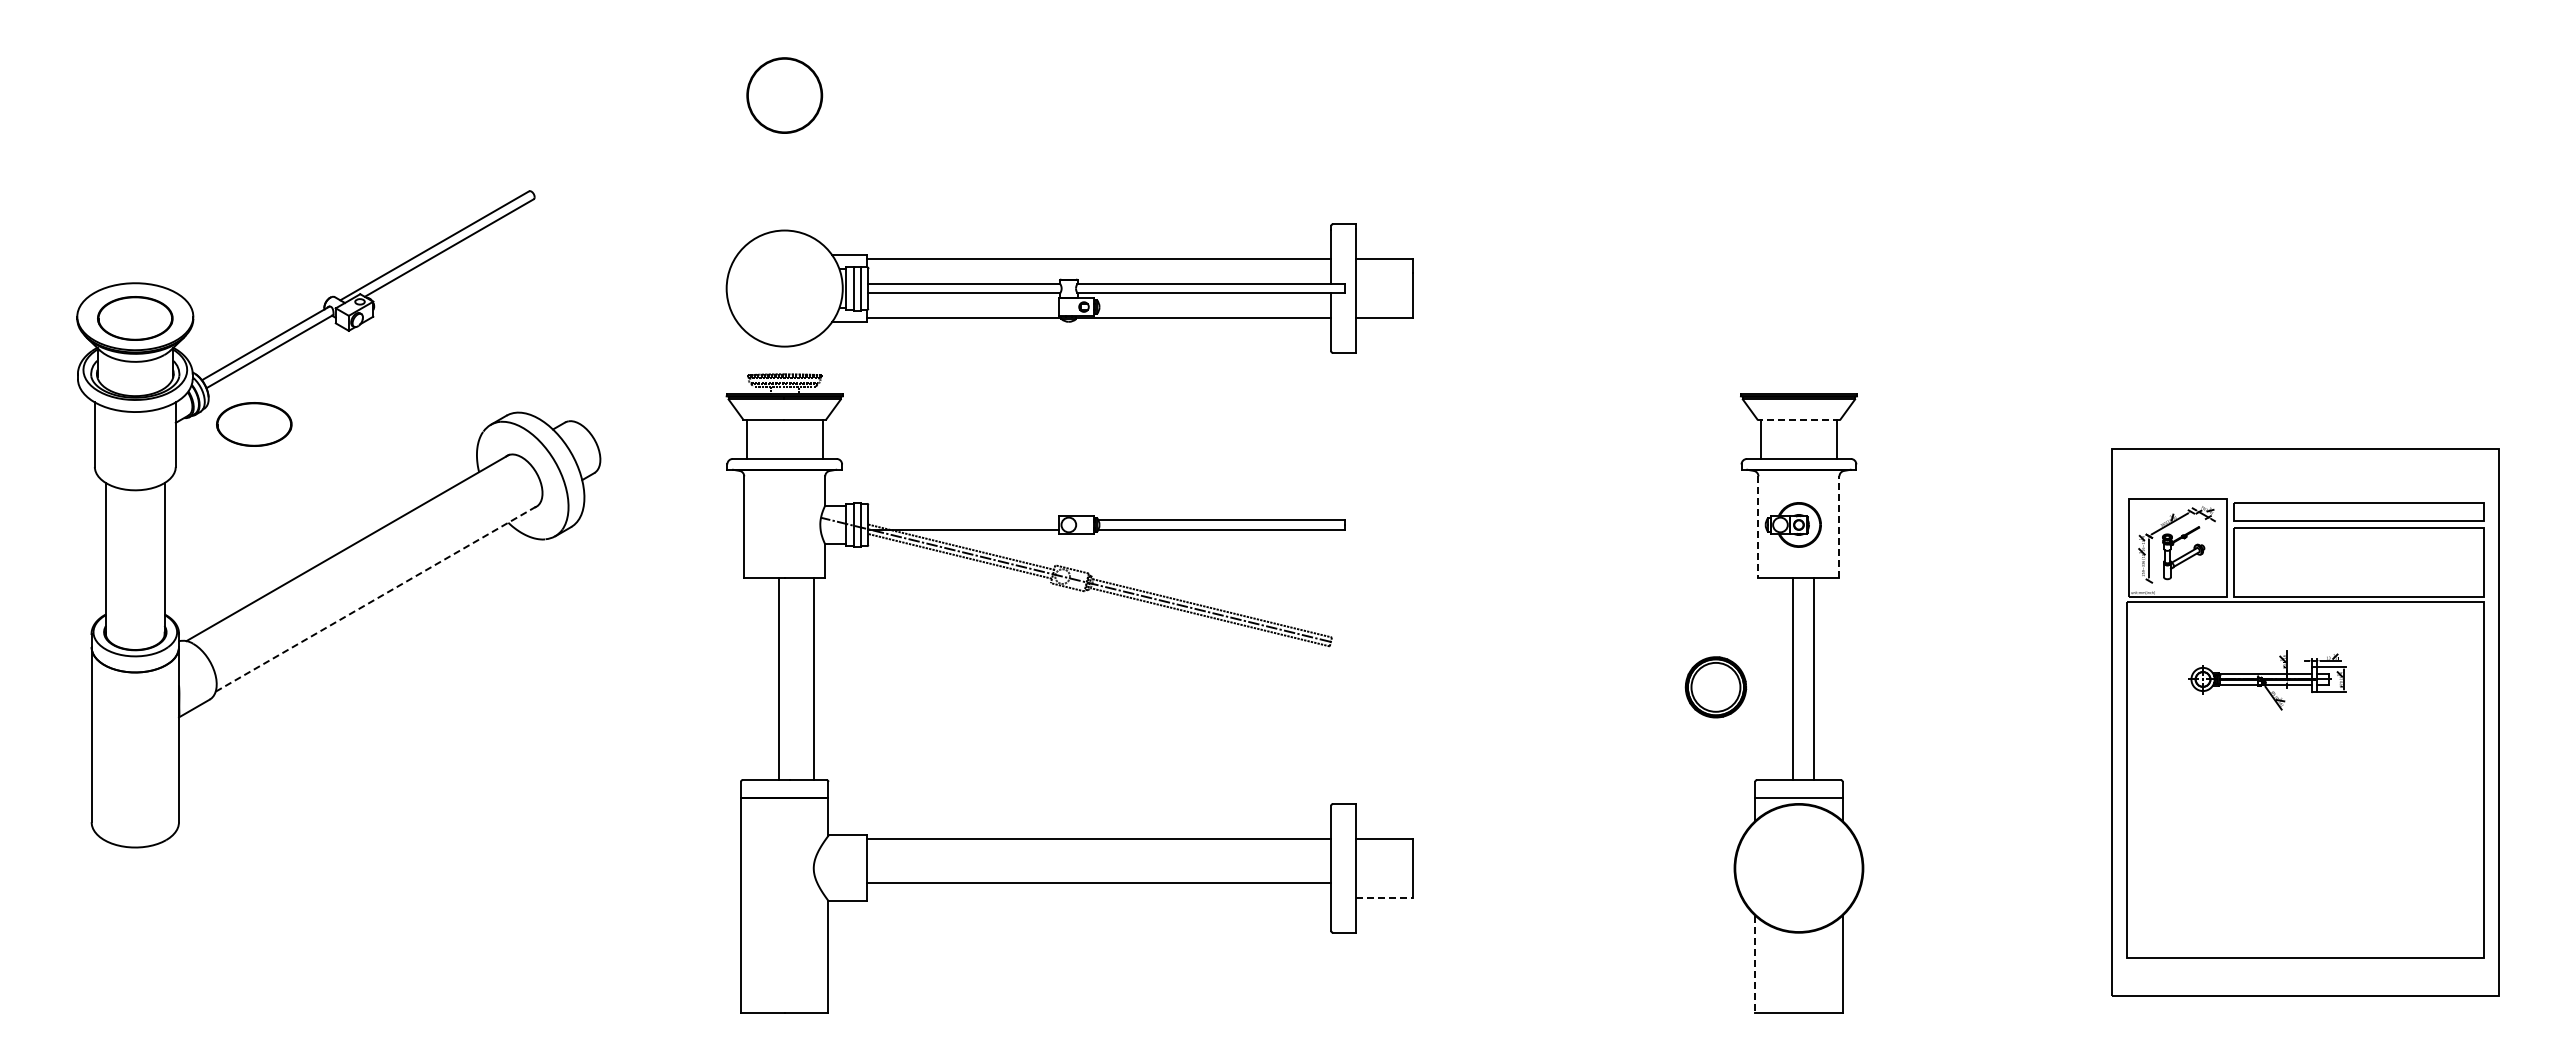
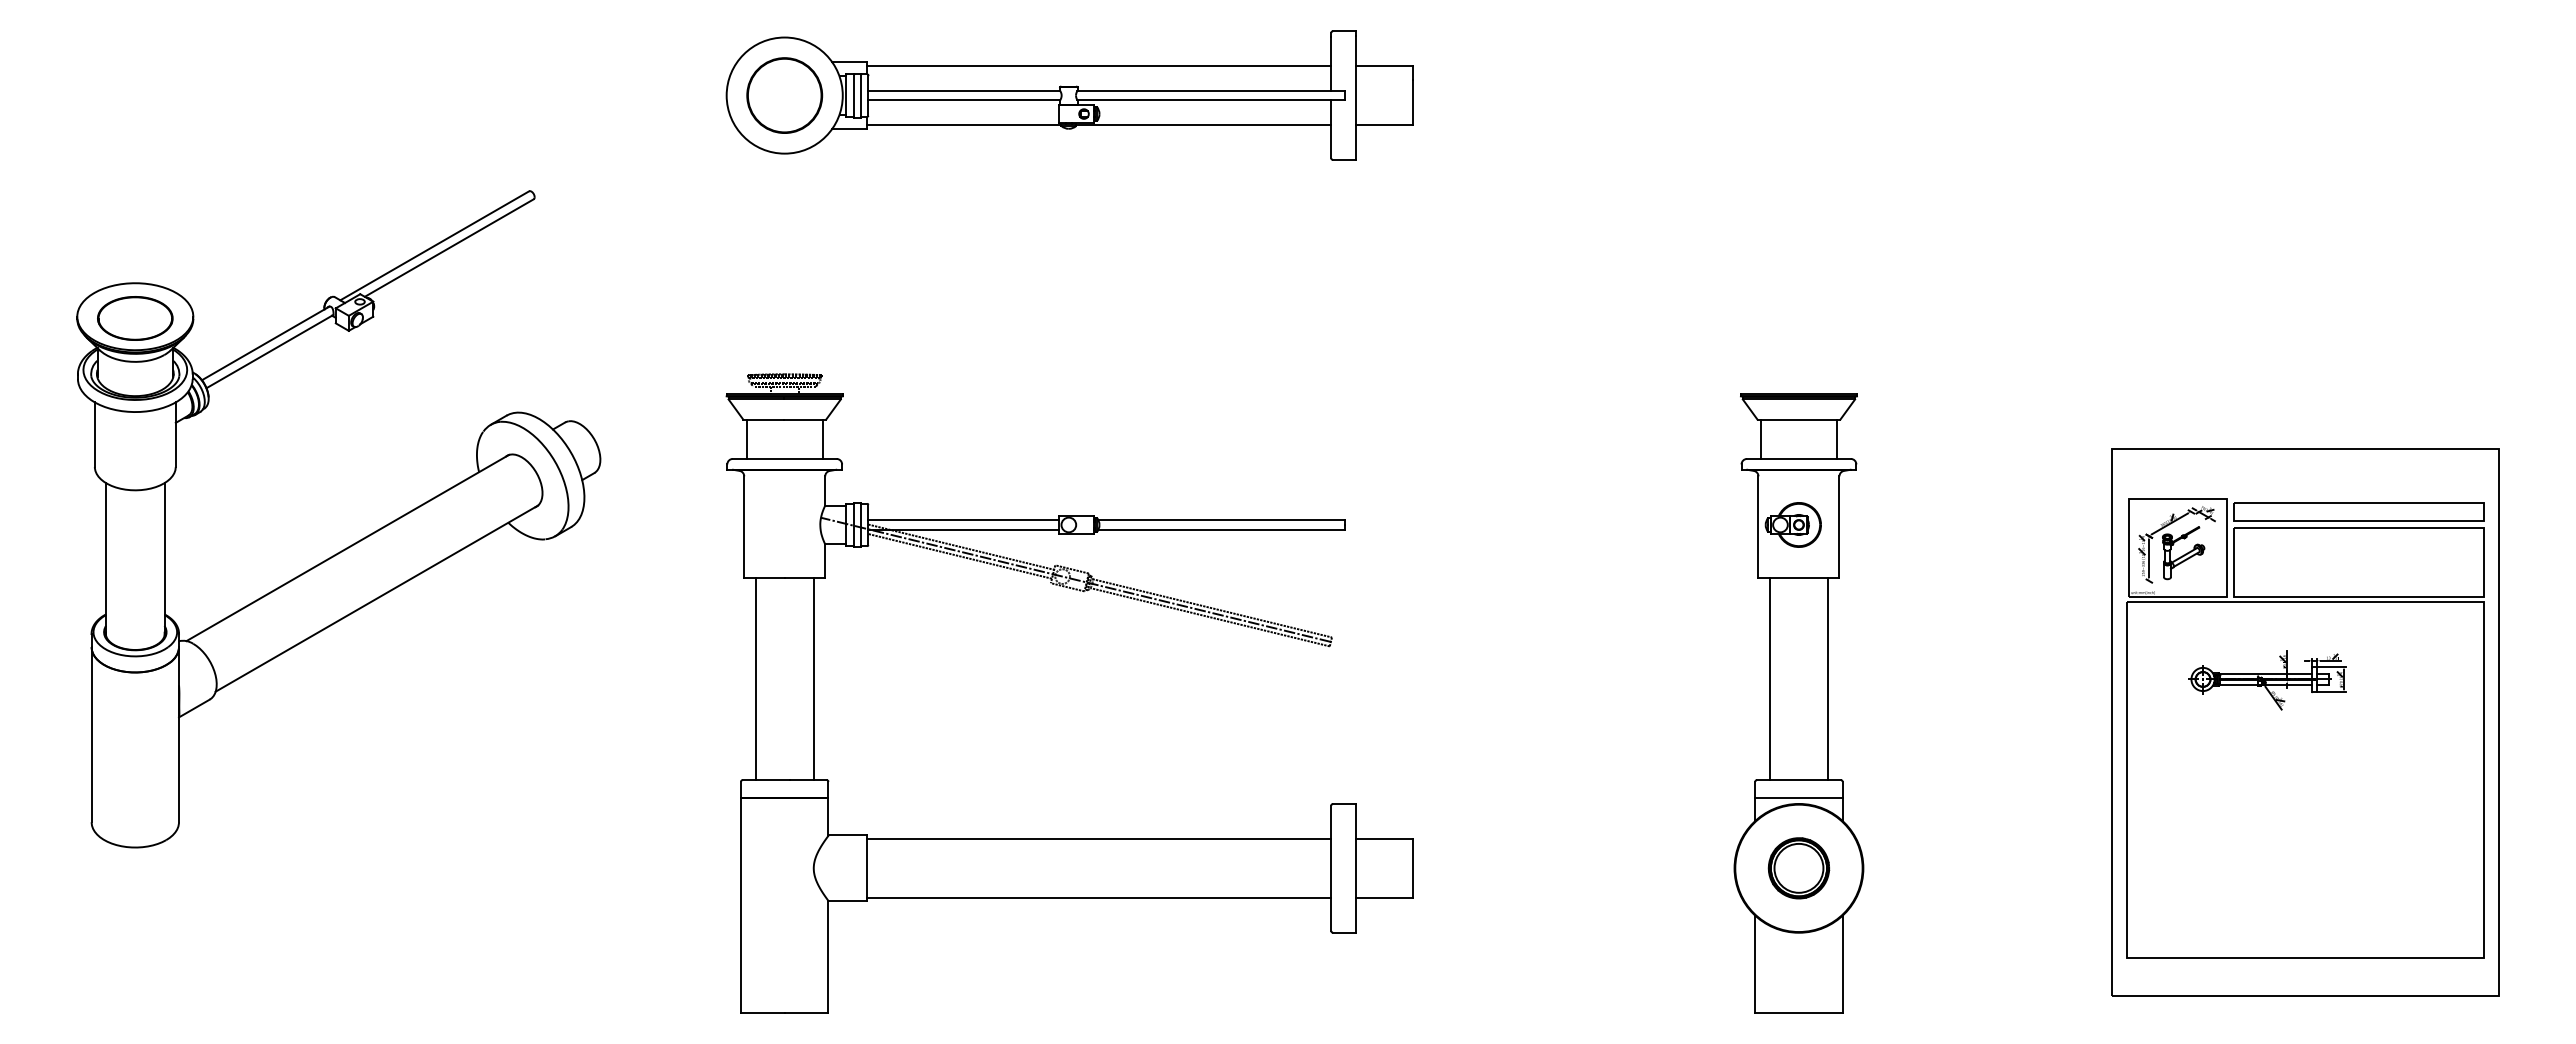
part at (1069, 288) position: (1069, 288) -> (1069, 95)
line at (1798, 419): dashed -> solid
part at (254, 424): present -> none
line at (963, 520): none -> present
line at (1758, 526): dashed -> solid
line at (1839, 526): dashed -> solid
line at (377, 598): dashed -> solid
line at (778, 678) position: (778, 678) -> (755, 678)
line at (1793, 678) position: (1793, 678) -> (1828, 678)
line at (1813, 678) position: (1813, 678) -> (1769, 678)
part at (1715, 687) position: (1715, 687) -> (1798, 868)
line at (1098, 882) position: (1098, 882) -> (1098, 897)
line at (1384, 897): dashed -> solid
line at (1755, 964): dashed -> solid
